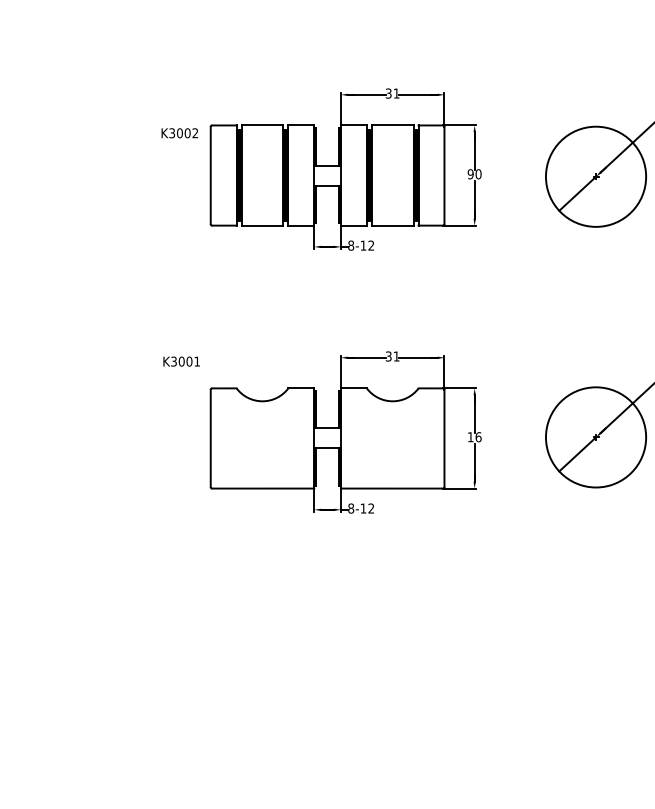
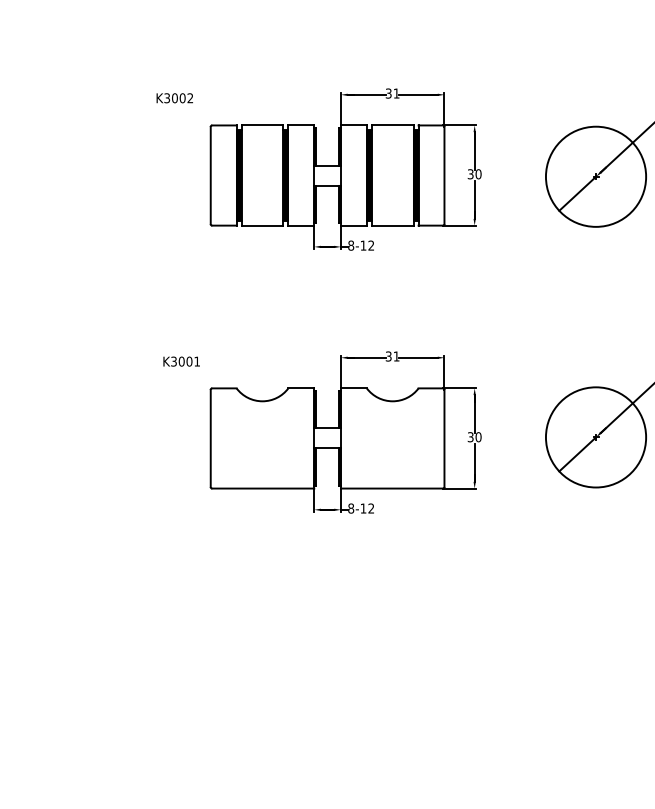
text at (179, 133) position: (179, 133) -> (174, 98)
text at (470, 174): 90 -> 30
text at (474, 437): 16 -> 30
